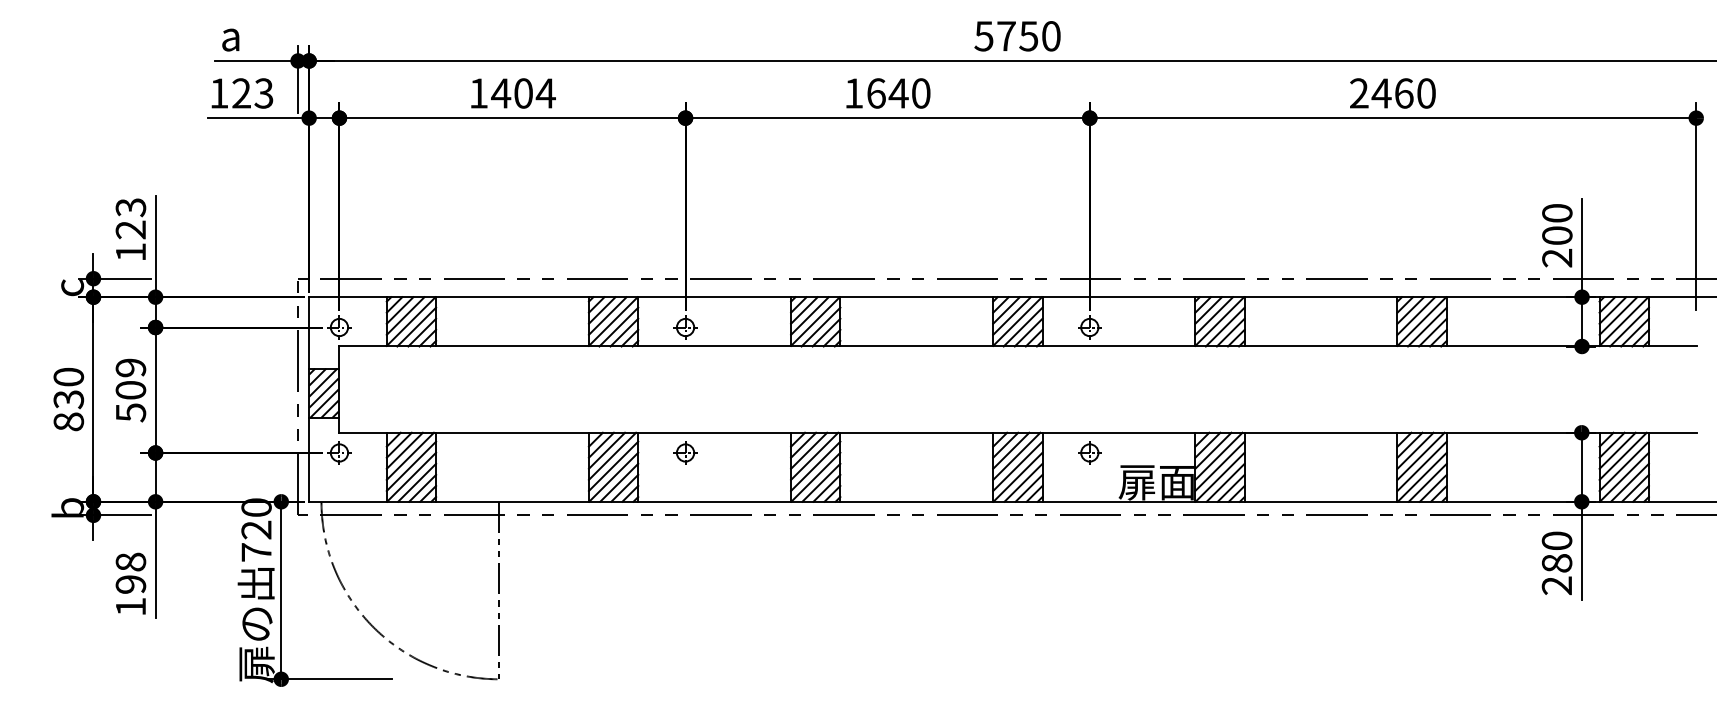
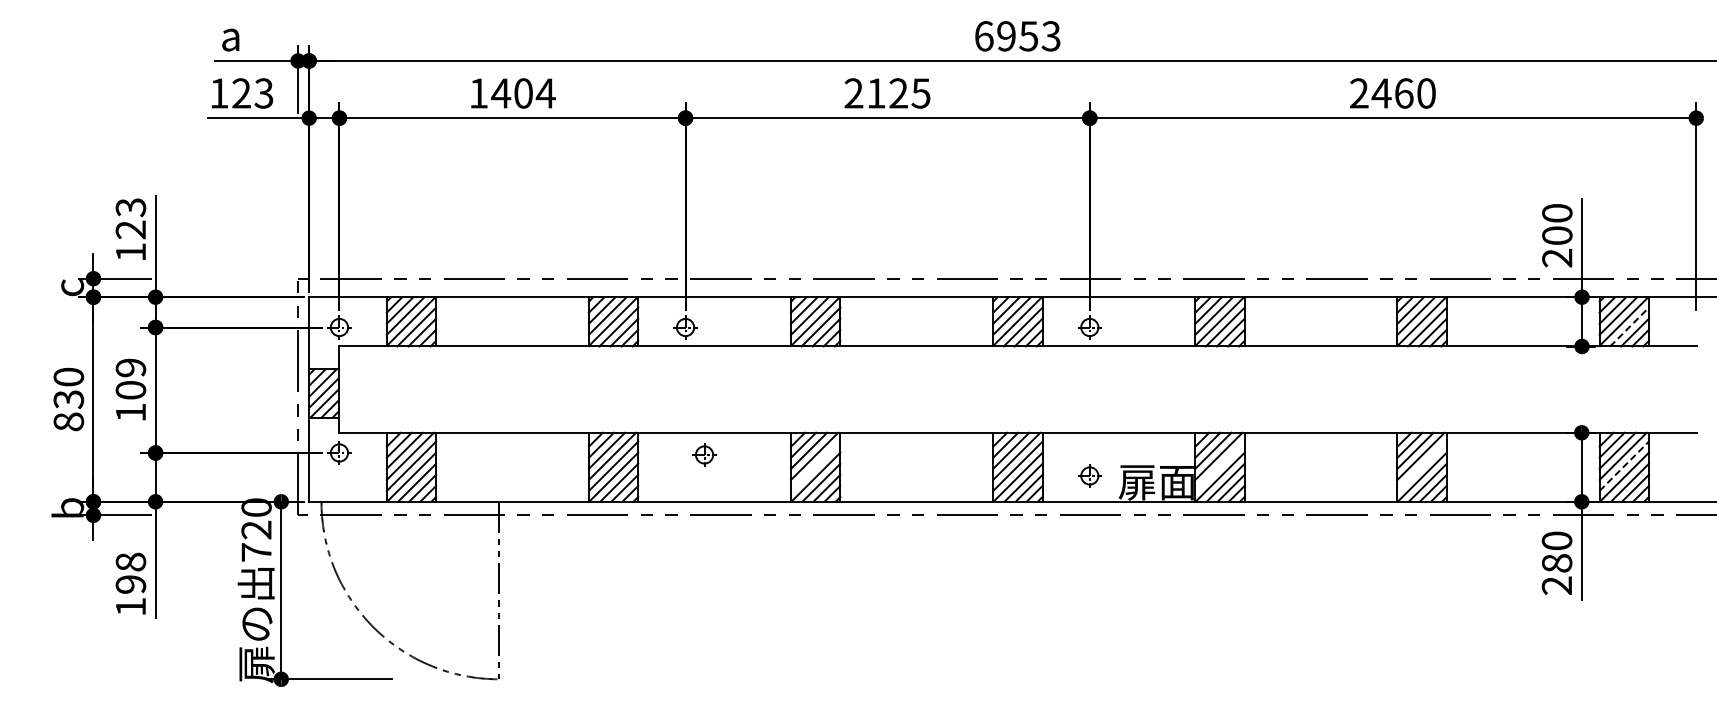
text at (1017, 36): 5750 -> 6953
text at (887, 93): 1640 -> 2125
line at (1629, 326): solid -> dashed
text at (131, 412): 509 -> 109
part at (685, 452) position: (685, 452) -> (704, 454)
part at (1089, 452) position: (1089, 452) -> (1089, 475)
line at (815, 466): present -> none
line at (1219, 466): present -> none
line at (1421, 466): present -> none
line at (1624, 466): solid -> dashed
